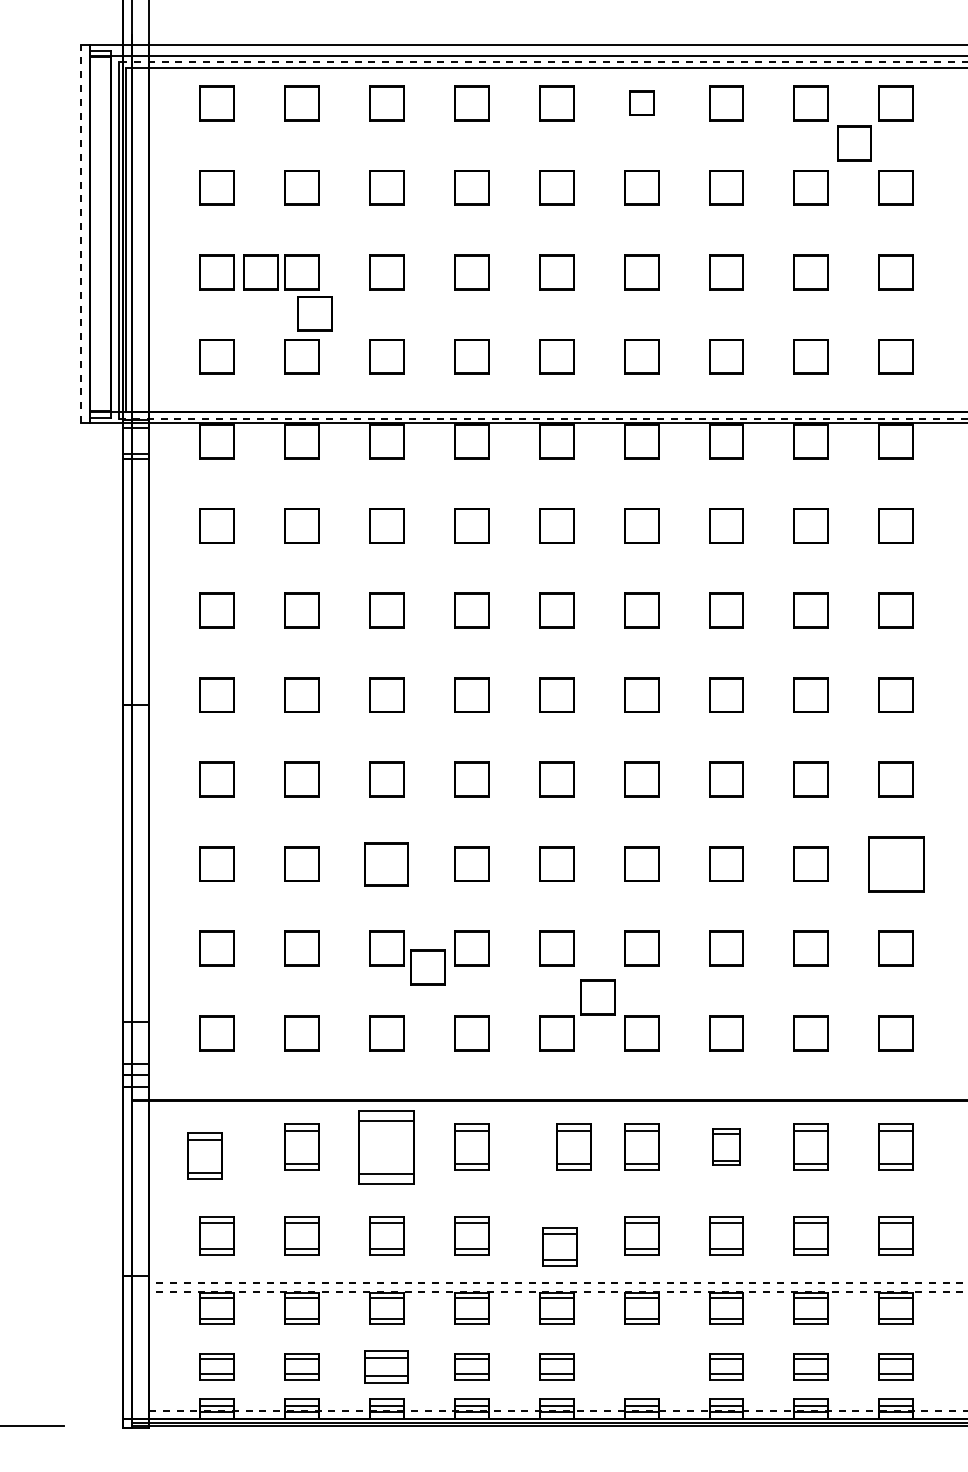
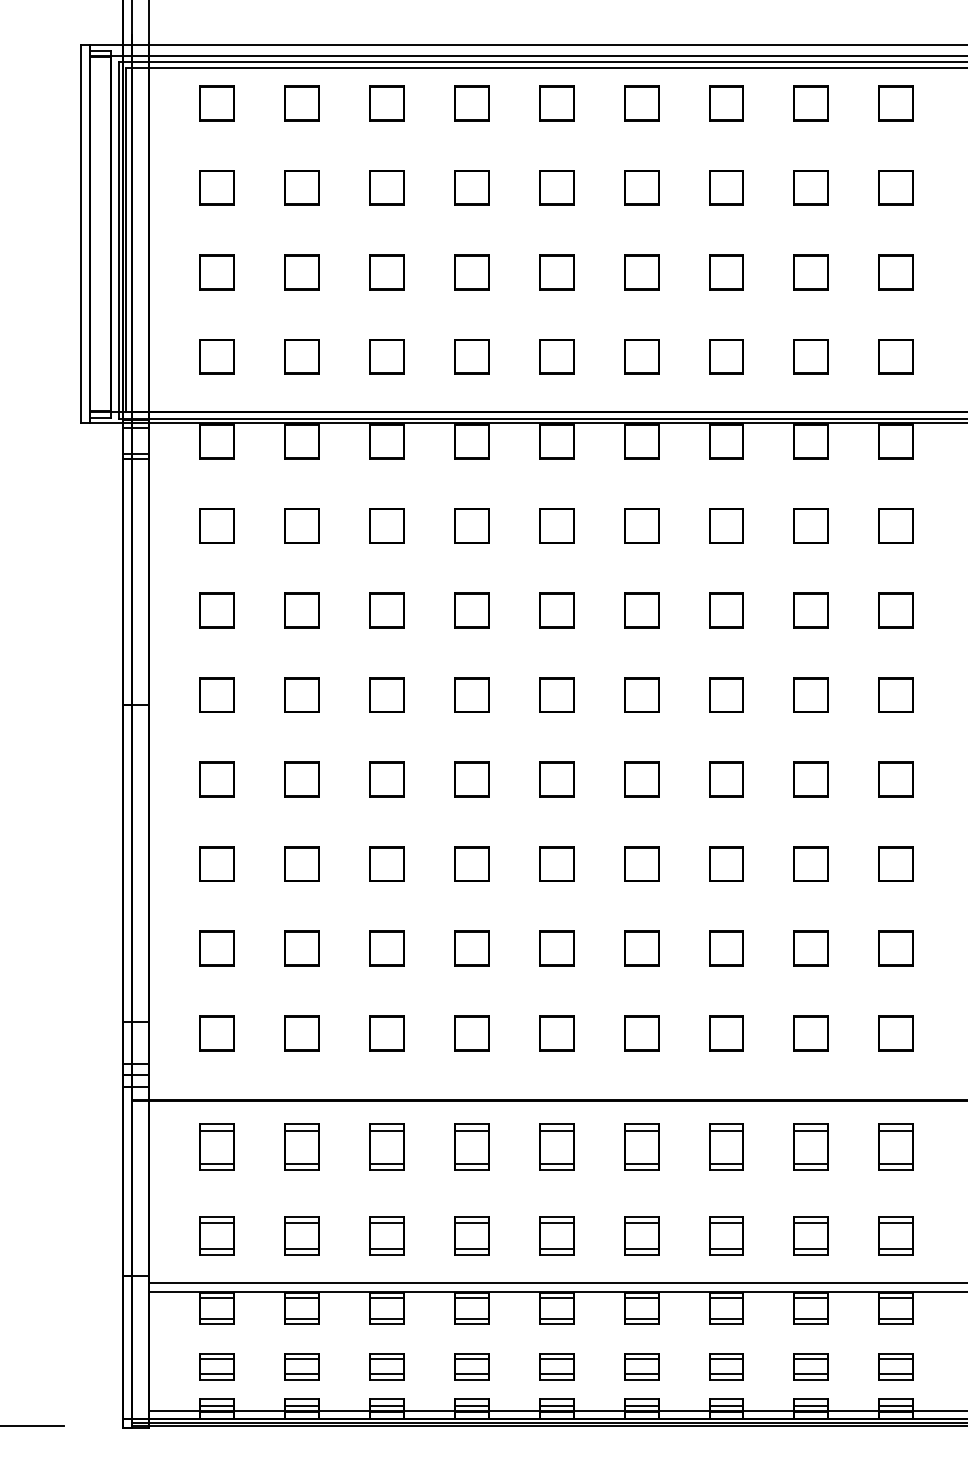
line at (542, 62): dashed -> solid
part at (641, 102) size: 26x26 px -> 36x37 px
part at (854, 143): present -> none
line at (81, 234): dashed -> solid
part at (260, 272): present -> none
part at (314, 313): present -> none
line at (544, 418): dashed -> solid
part at (386, 864) size: 45x45 px -> 36x36 px
part at (896, 864) size: 57x57 px -> 36x36 px
part at (427, 967): present -> none
part at (597, 997): present -> none
part at (573, 1146) position: (573, 1146) -> (556, 1146)
part at (726, 1146) size: 29x38 px -> 35x48 px
part at (386, 1147) size: 57x75 px -> 36x48 px
part at (204, 1155) position: (204, 1155) -> (216, 1146)
part at (559, 1246) position: (559, 1246) -> (556, 1235)
line at (558, 1283): dashed -> solid
line at (558, 1291): dashed -> solid
part at (386, 1366) size: 45x34 px -> 36x28 px
part at (641, 1366): none -> present
line at (558, 1410): dashed -> solid
